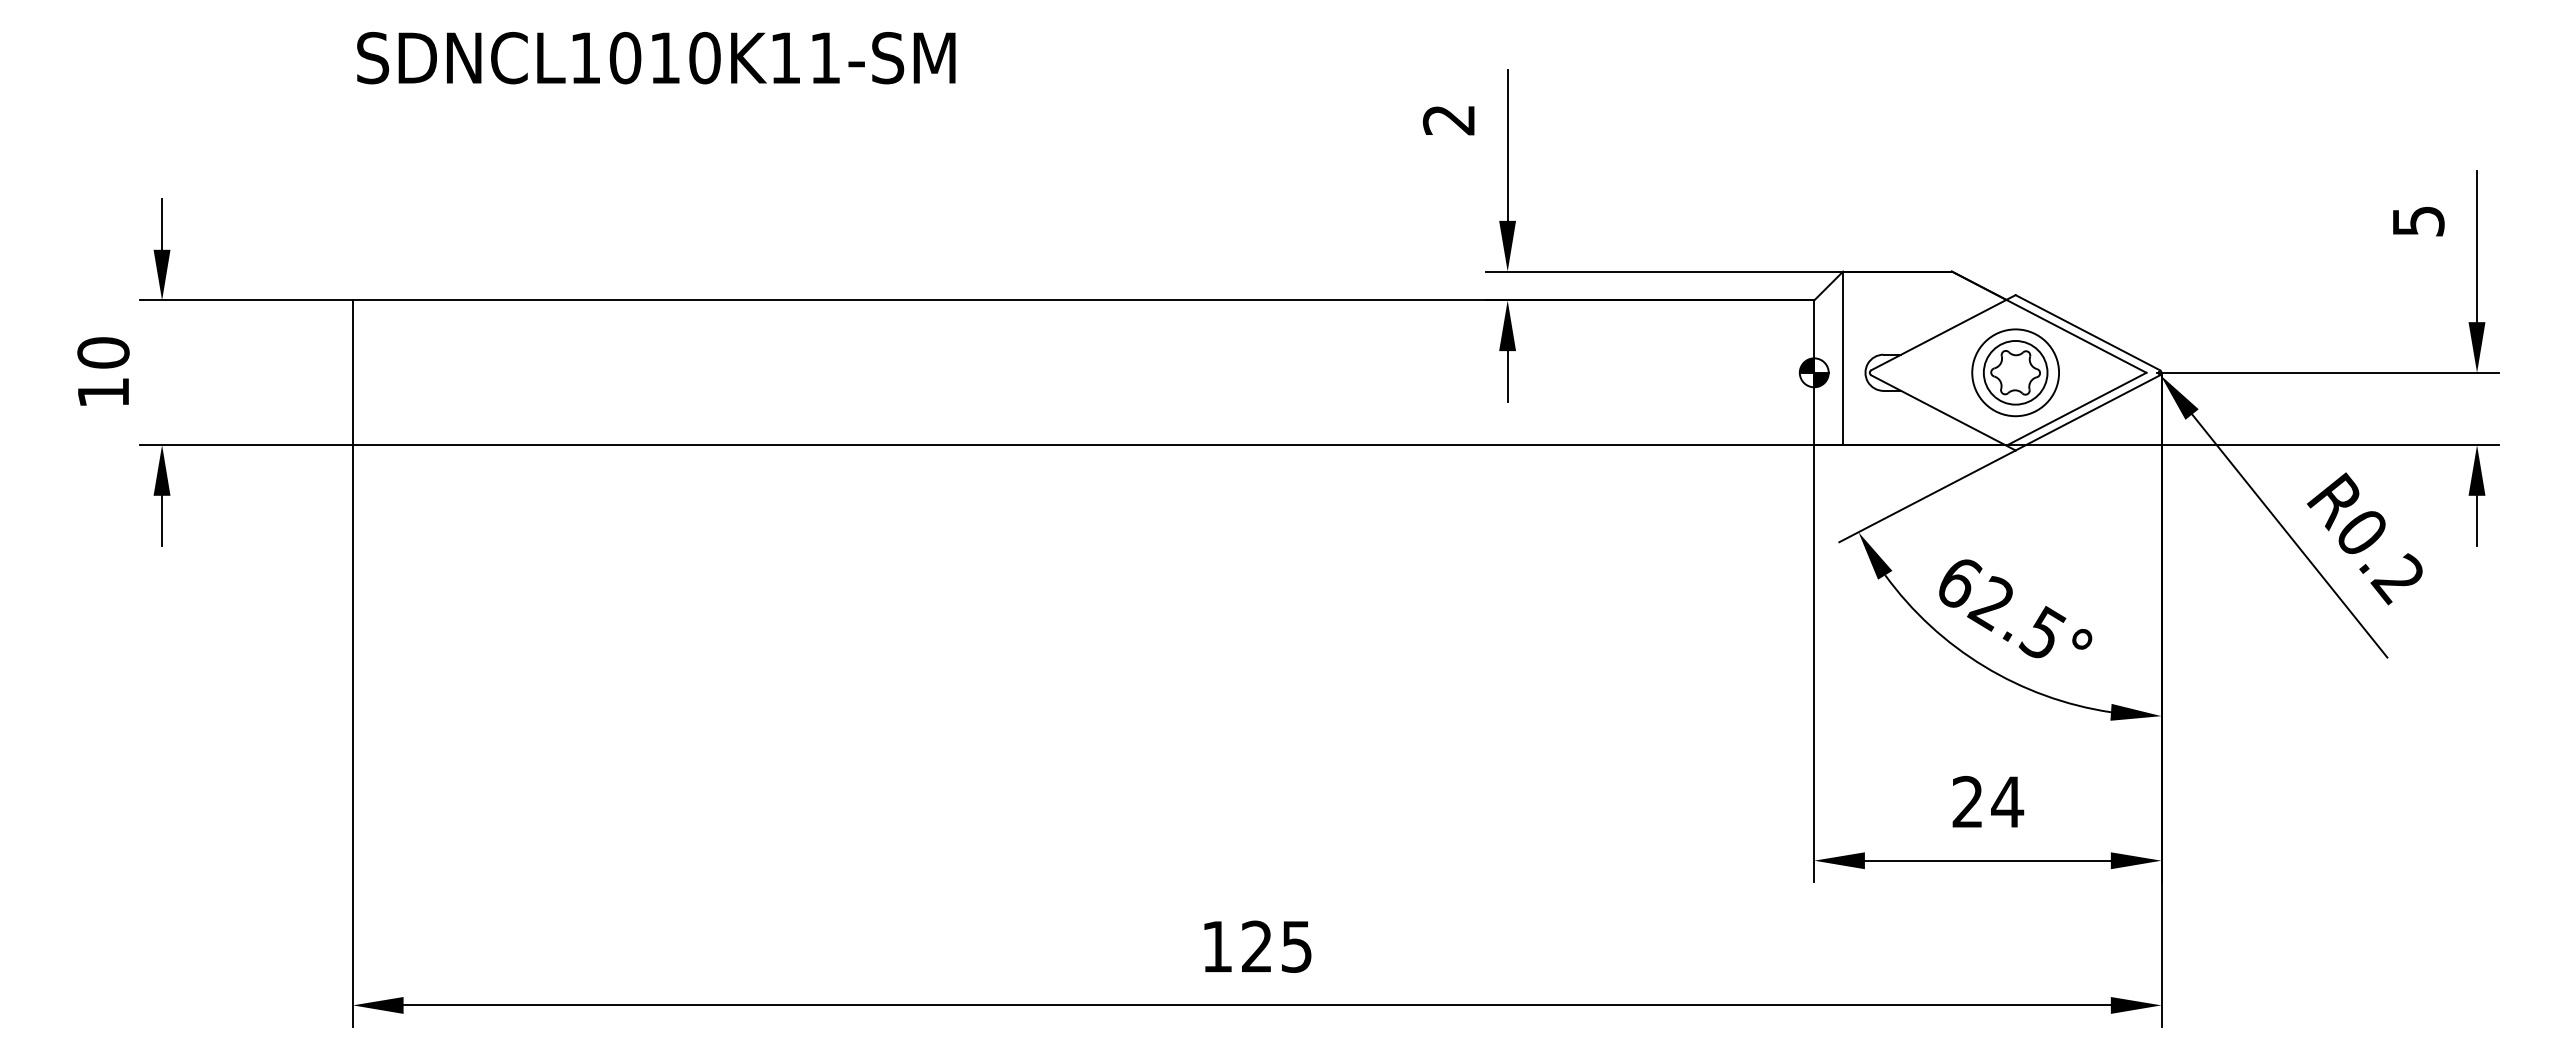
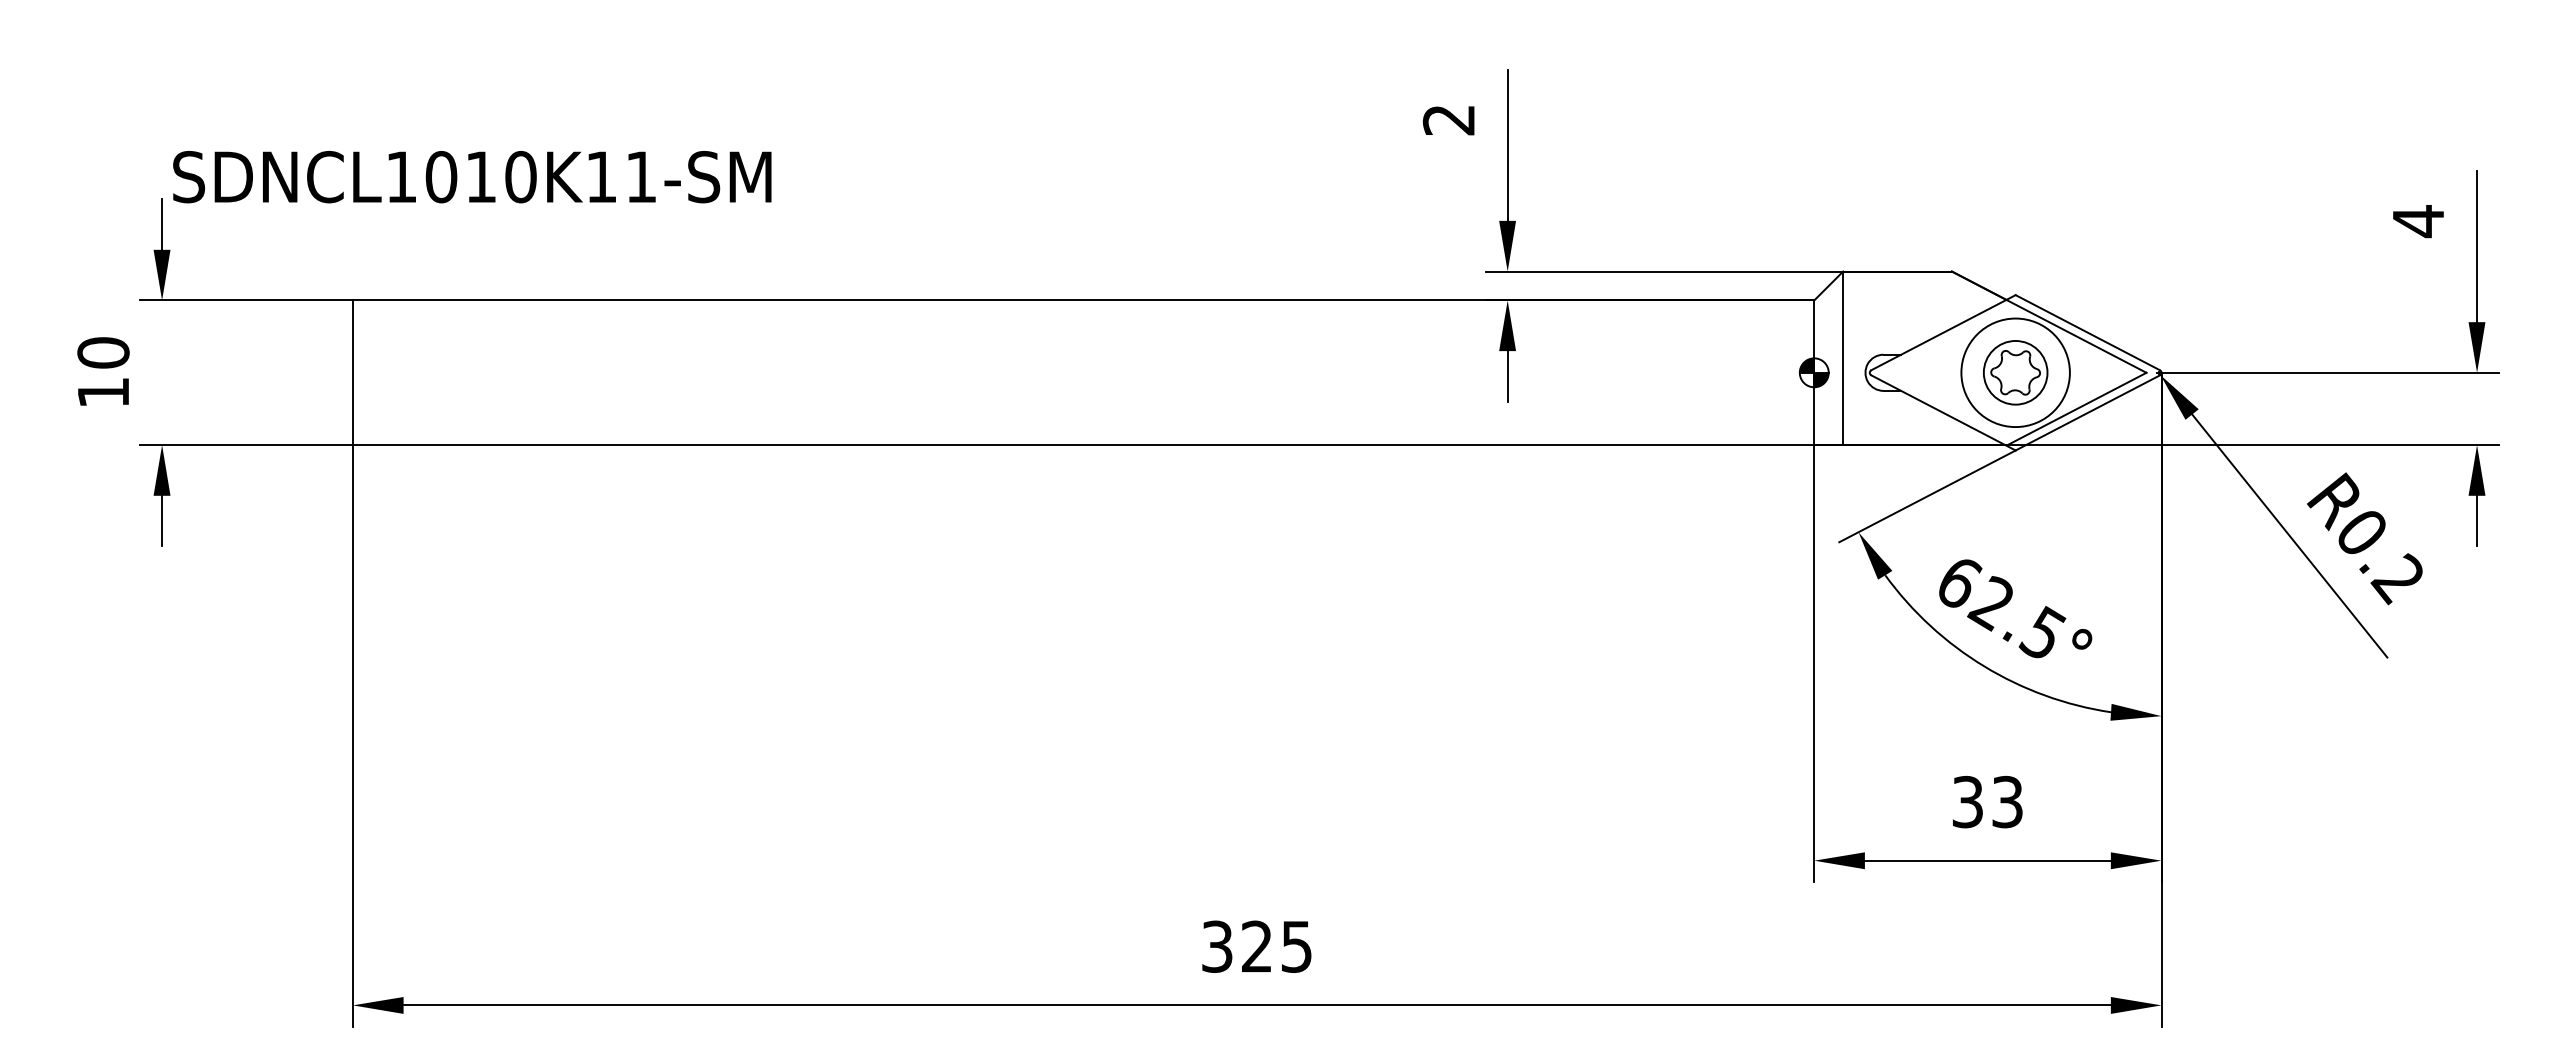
text at (656, 58) position: (656, 58) -> (472, 177)
text at (2418, 221): 5 -> 4
circle at (2015, 372) diameter: 87 px -> 109 px
text at (1988, 801): 24 -> 33
text at (1217, 946): 125 -> 325
